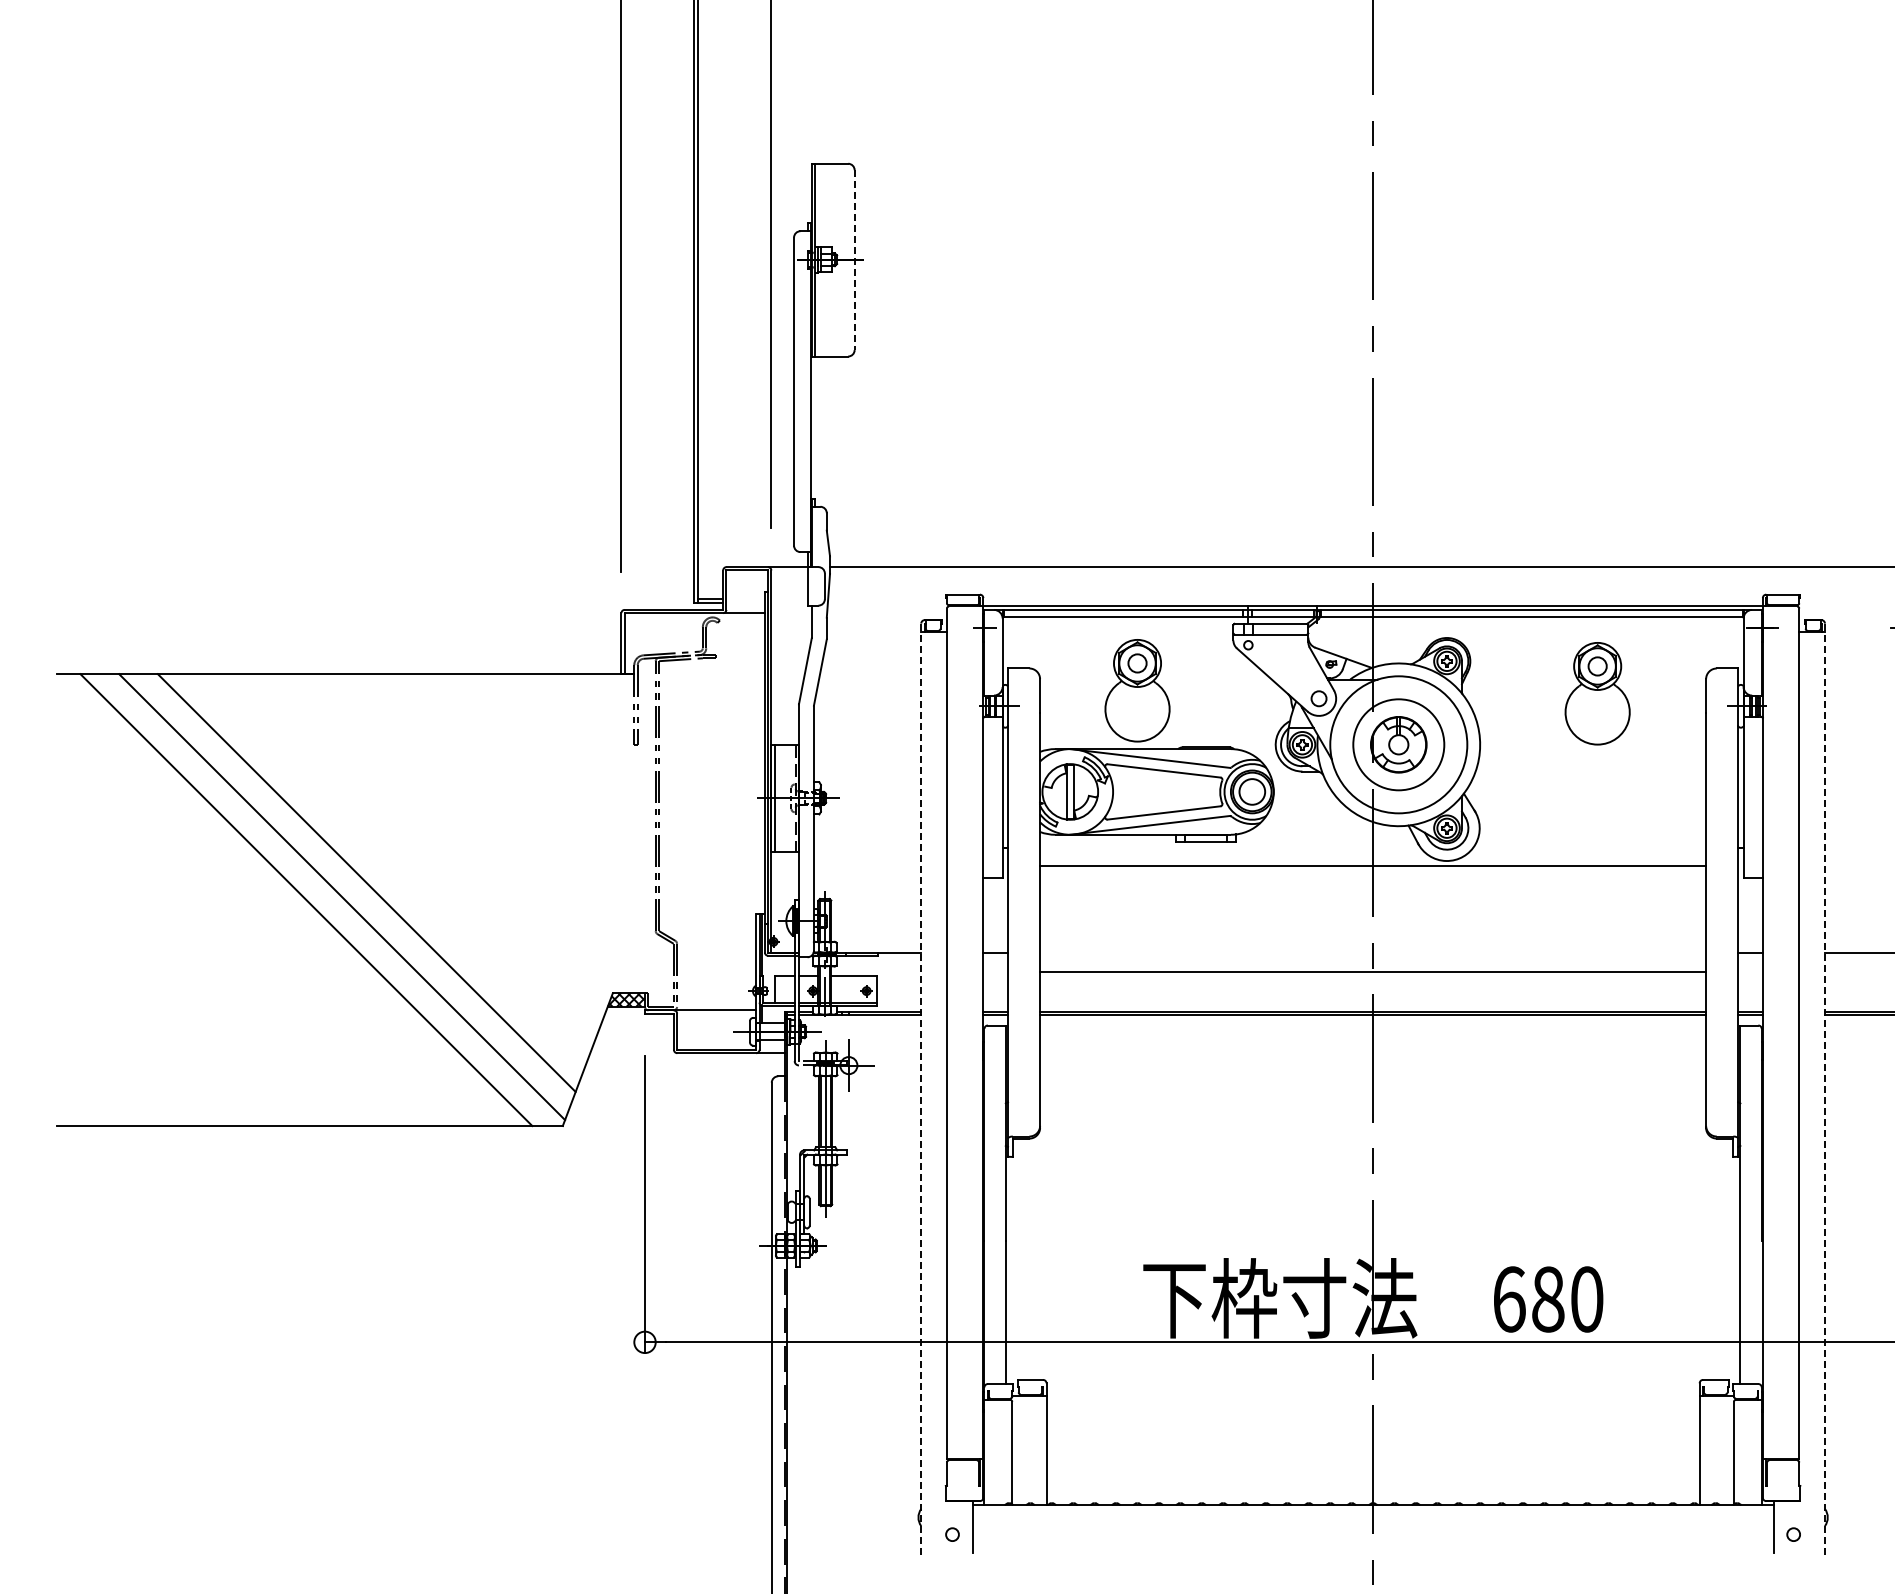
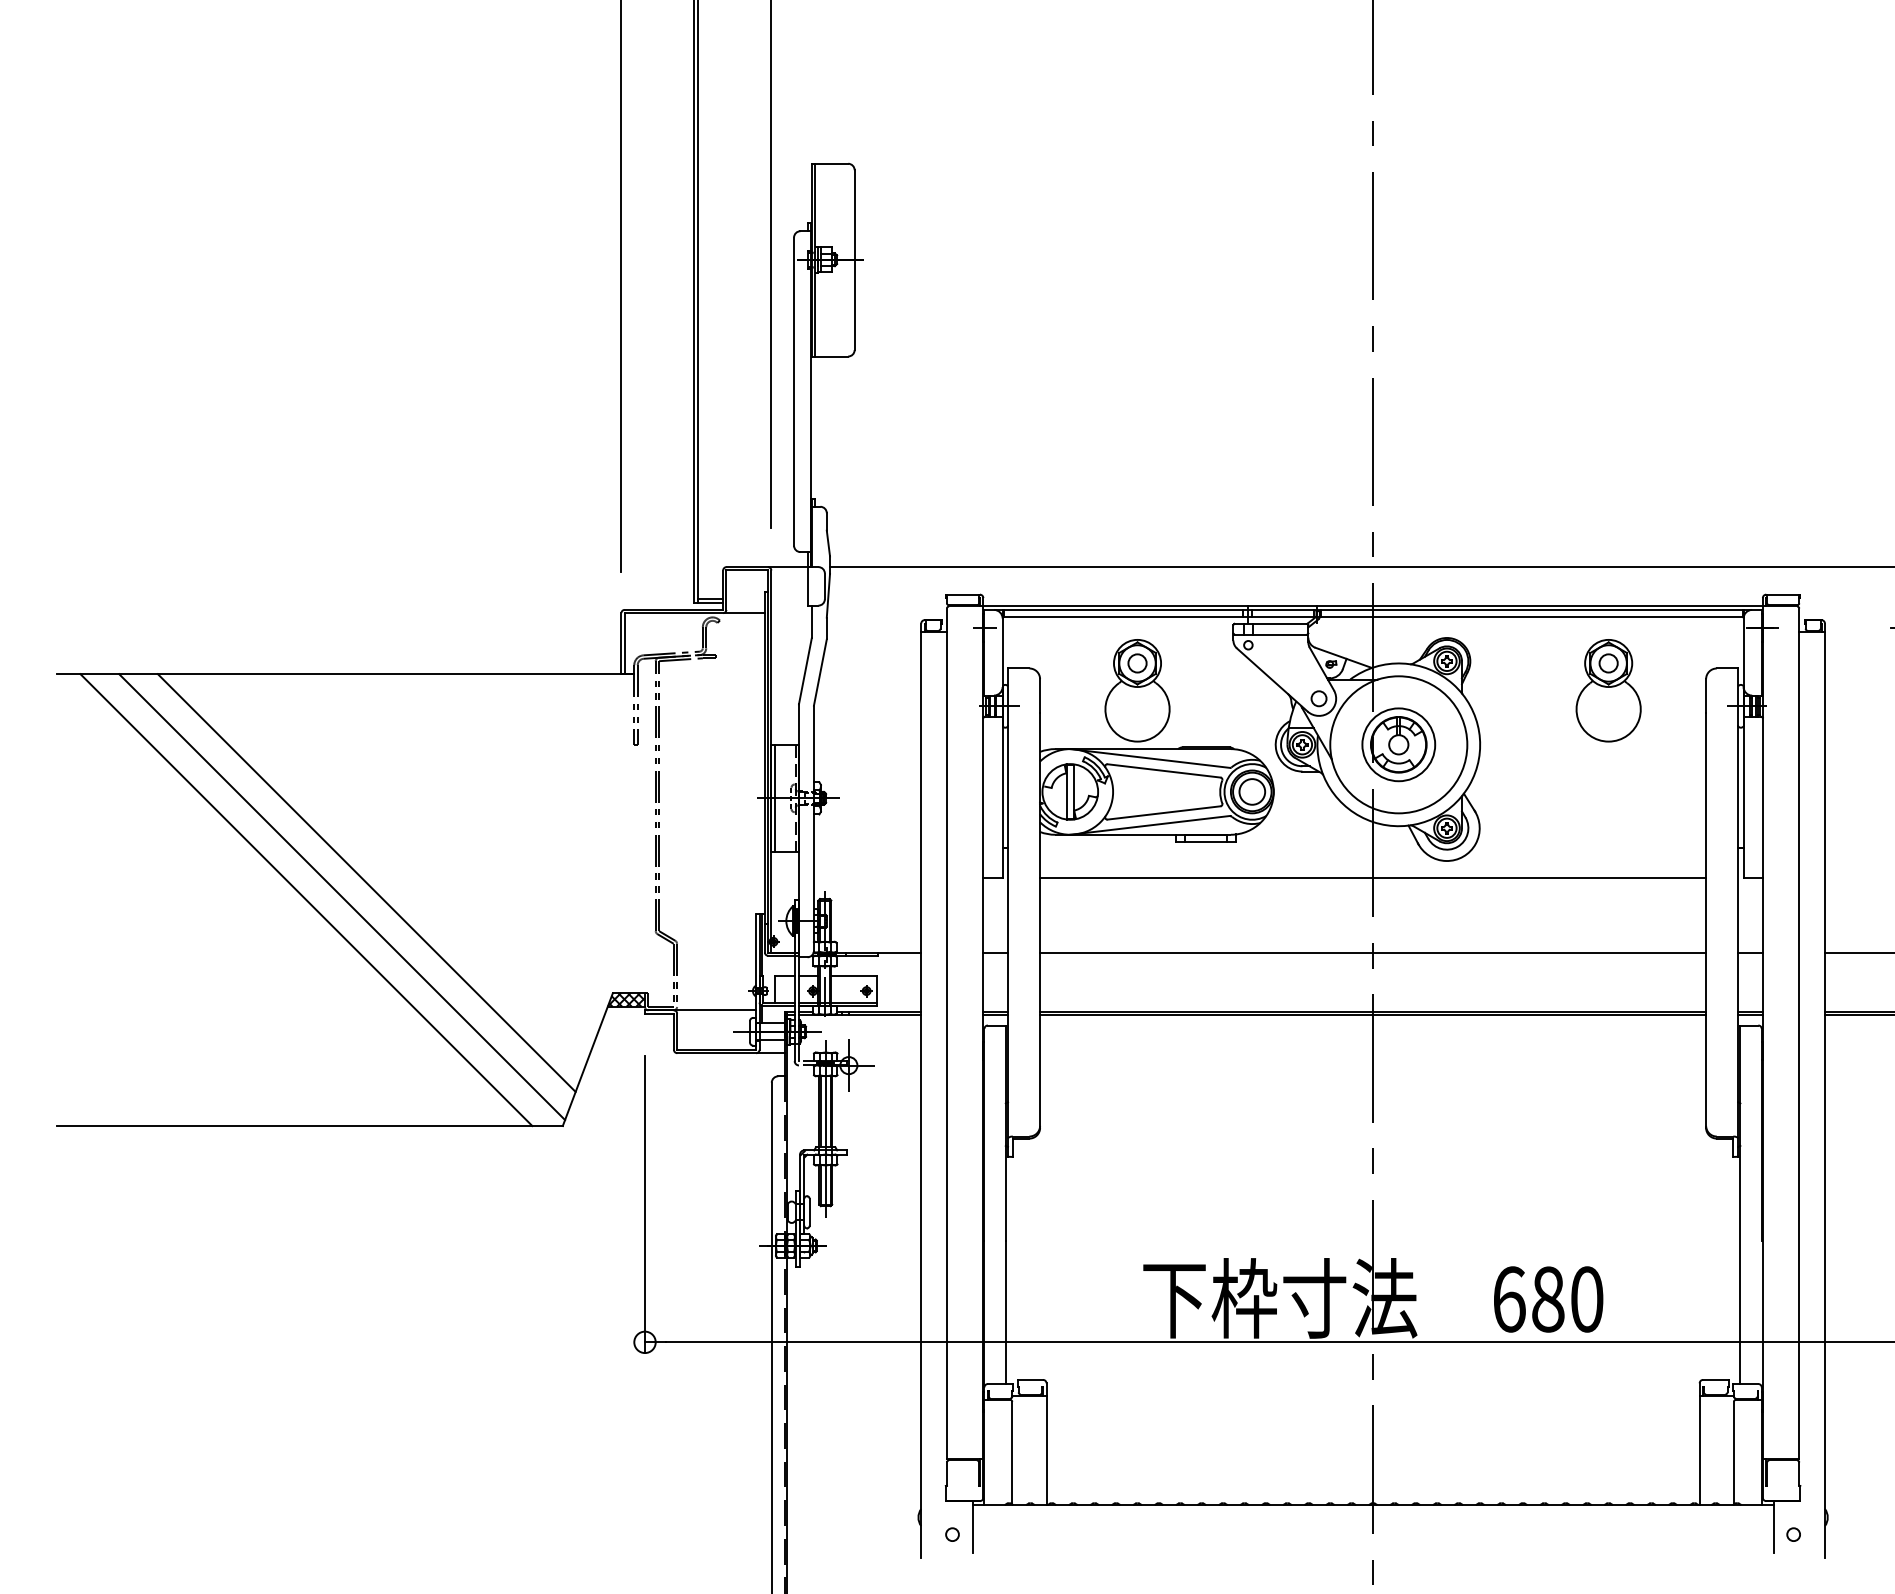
line at (854, 260): dashed -> solid
part at (1597, 693) position: (1597, 693) -> (1608, 690)
circle at (1398, 744) diameter: 91 px -> 73 px
line at (1373, 865) position: (1373, 865) -> (1373, 877)
line at (1373, 971) position: (1373, 971) -> (1373, 952)
line at (921, 1091): dashed -> solid
line at (1824, 1091): dashed -> solid
